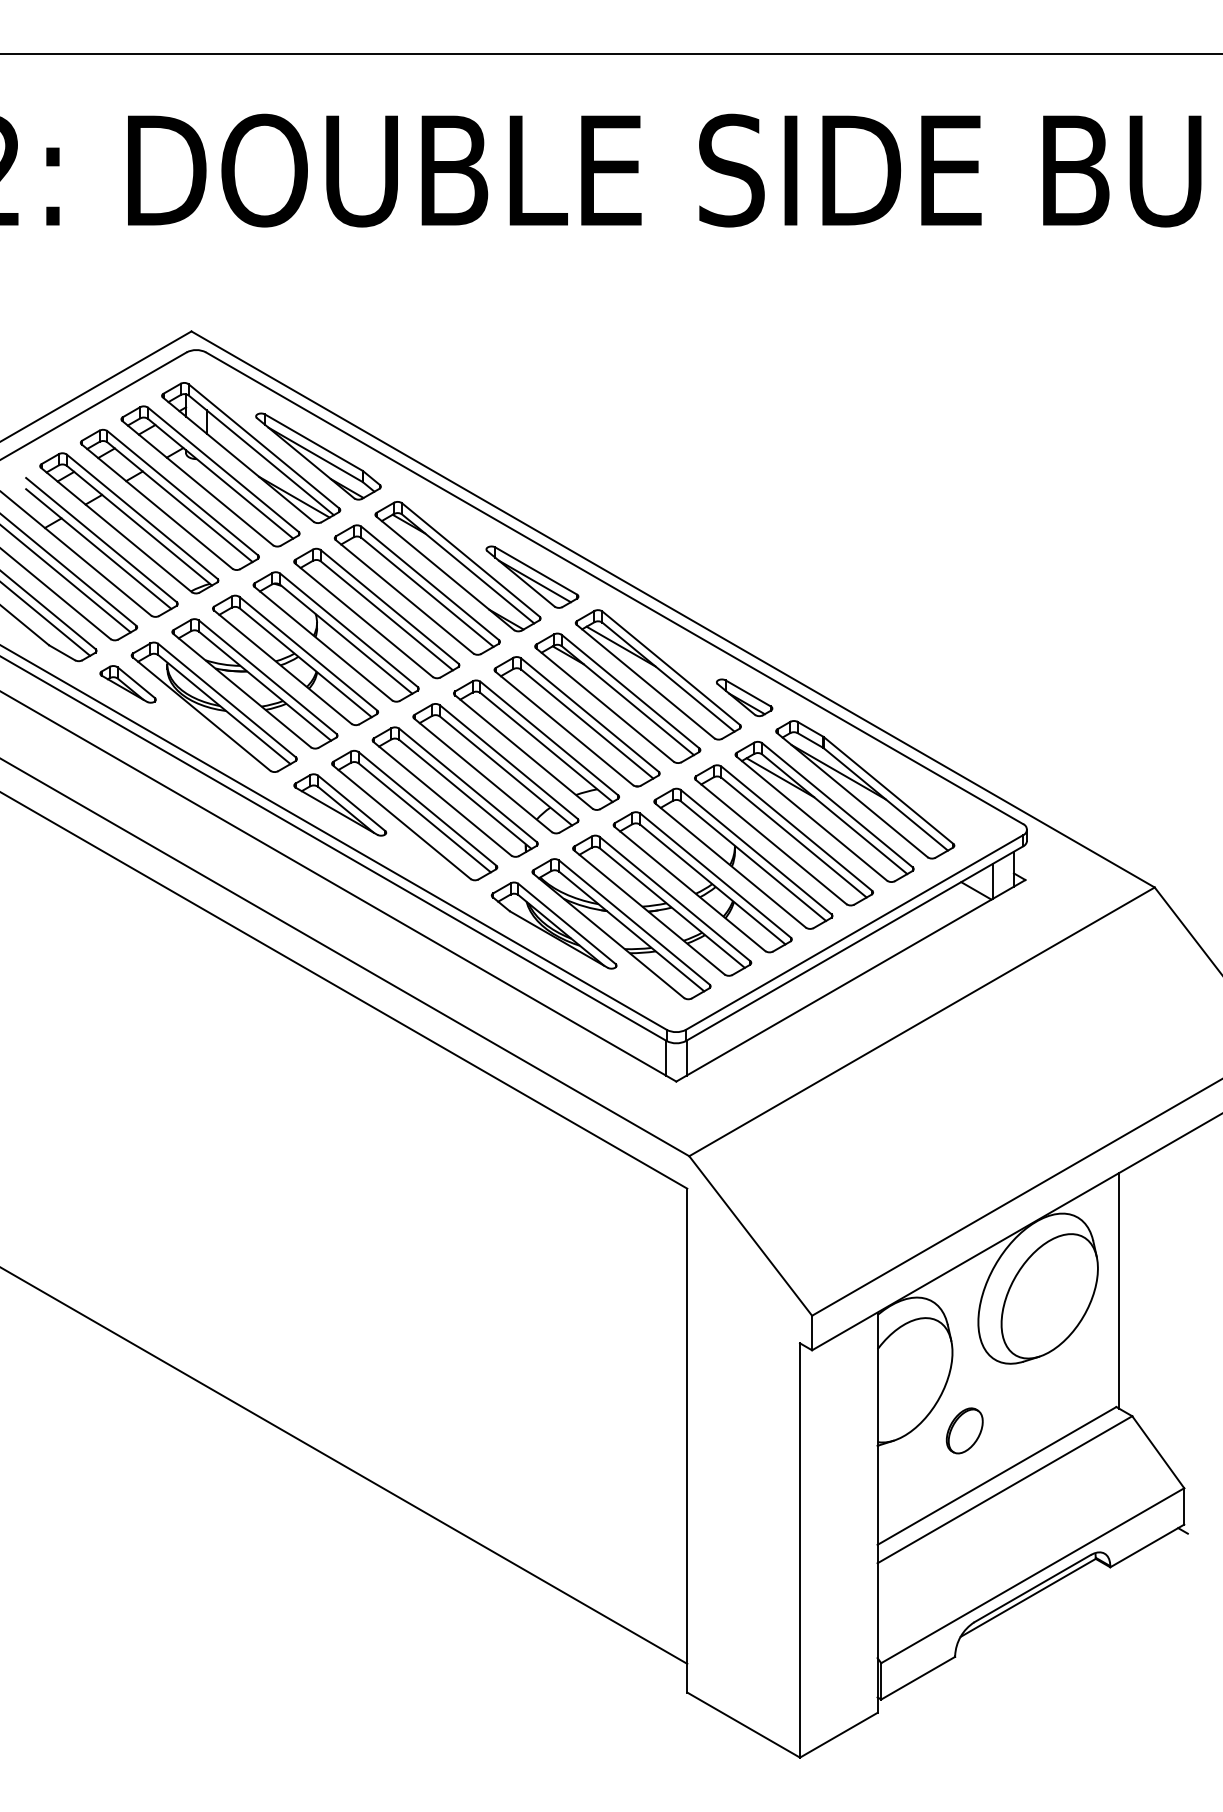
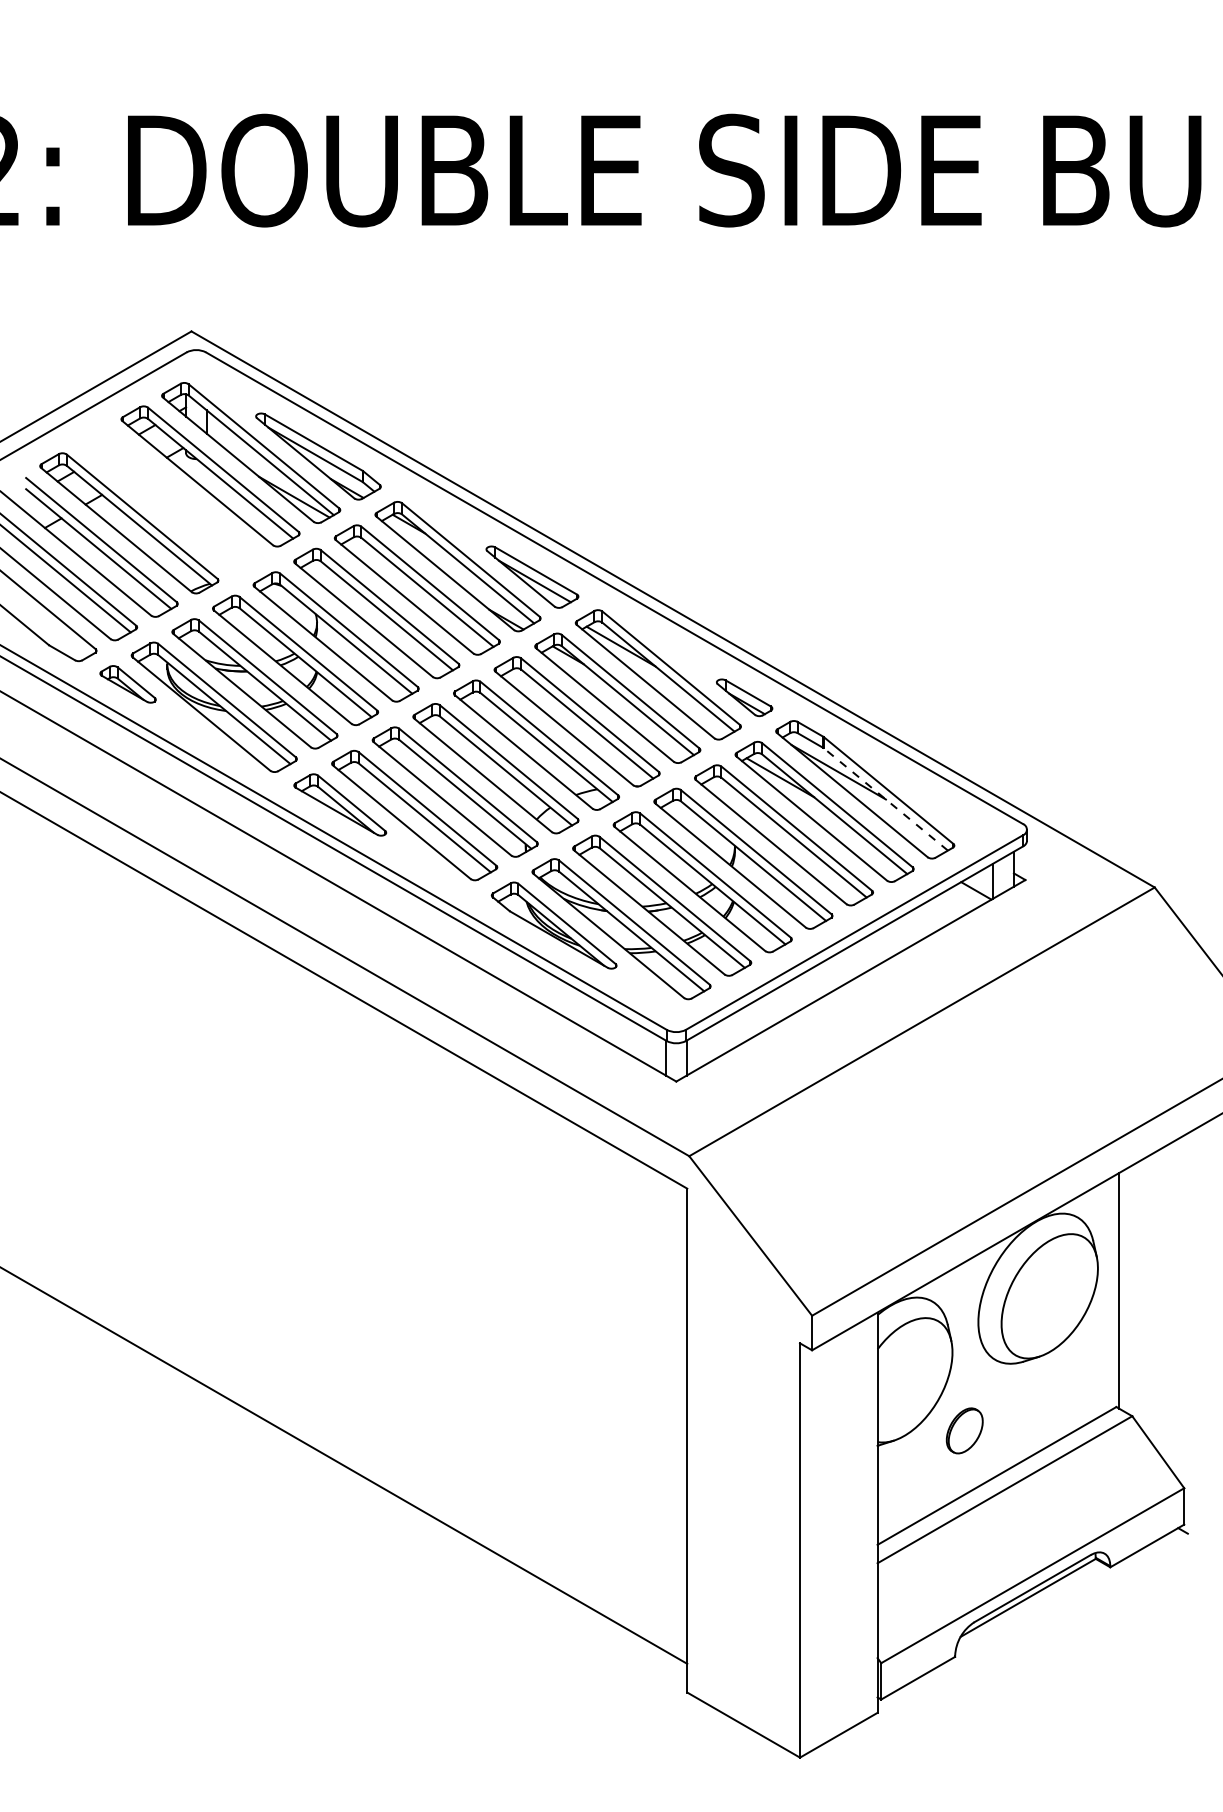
line at (610, 54): present -> none
part at (169, 499): present -> none
line at (46, 619): present -> none
line at (885, 799): solid -> dashed
